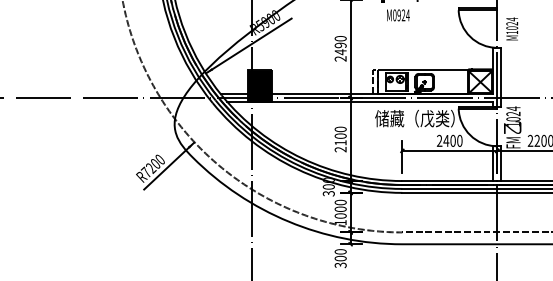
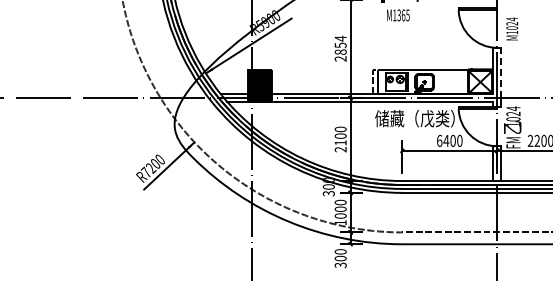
text at (401, 15): M0924 -> M1365
text at (340, 45): 2490 -> 2854
line at (501, 72): solid -> dashed
text at (439, 140): 2400 -> 6400
